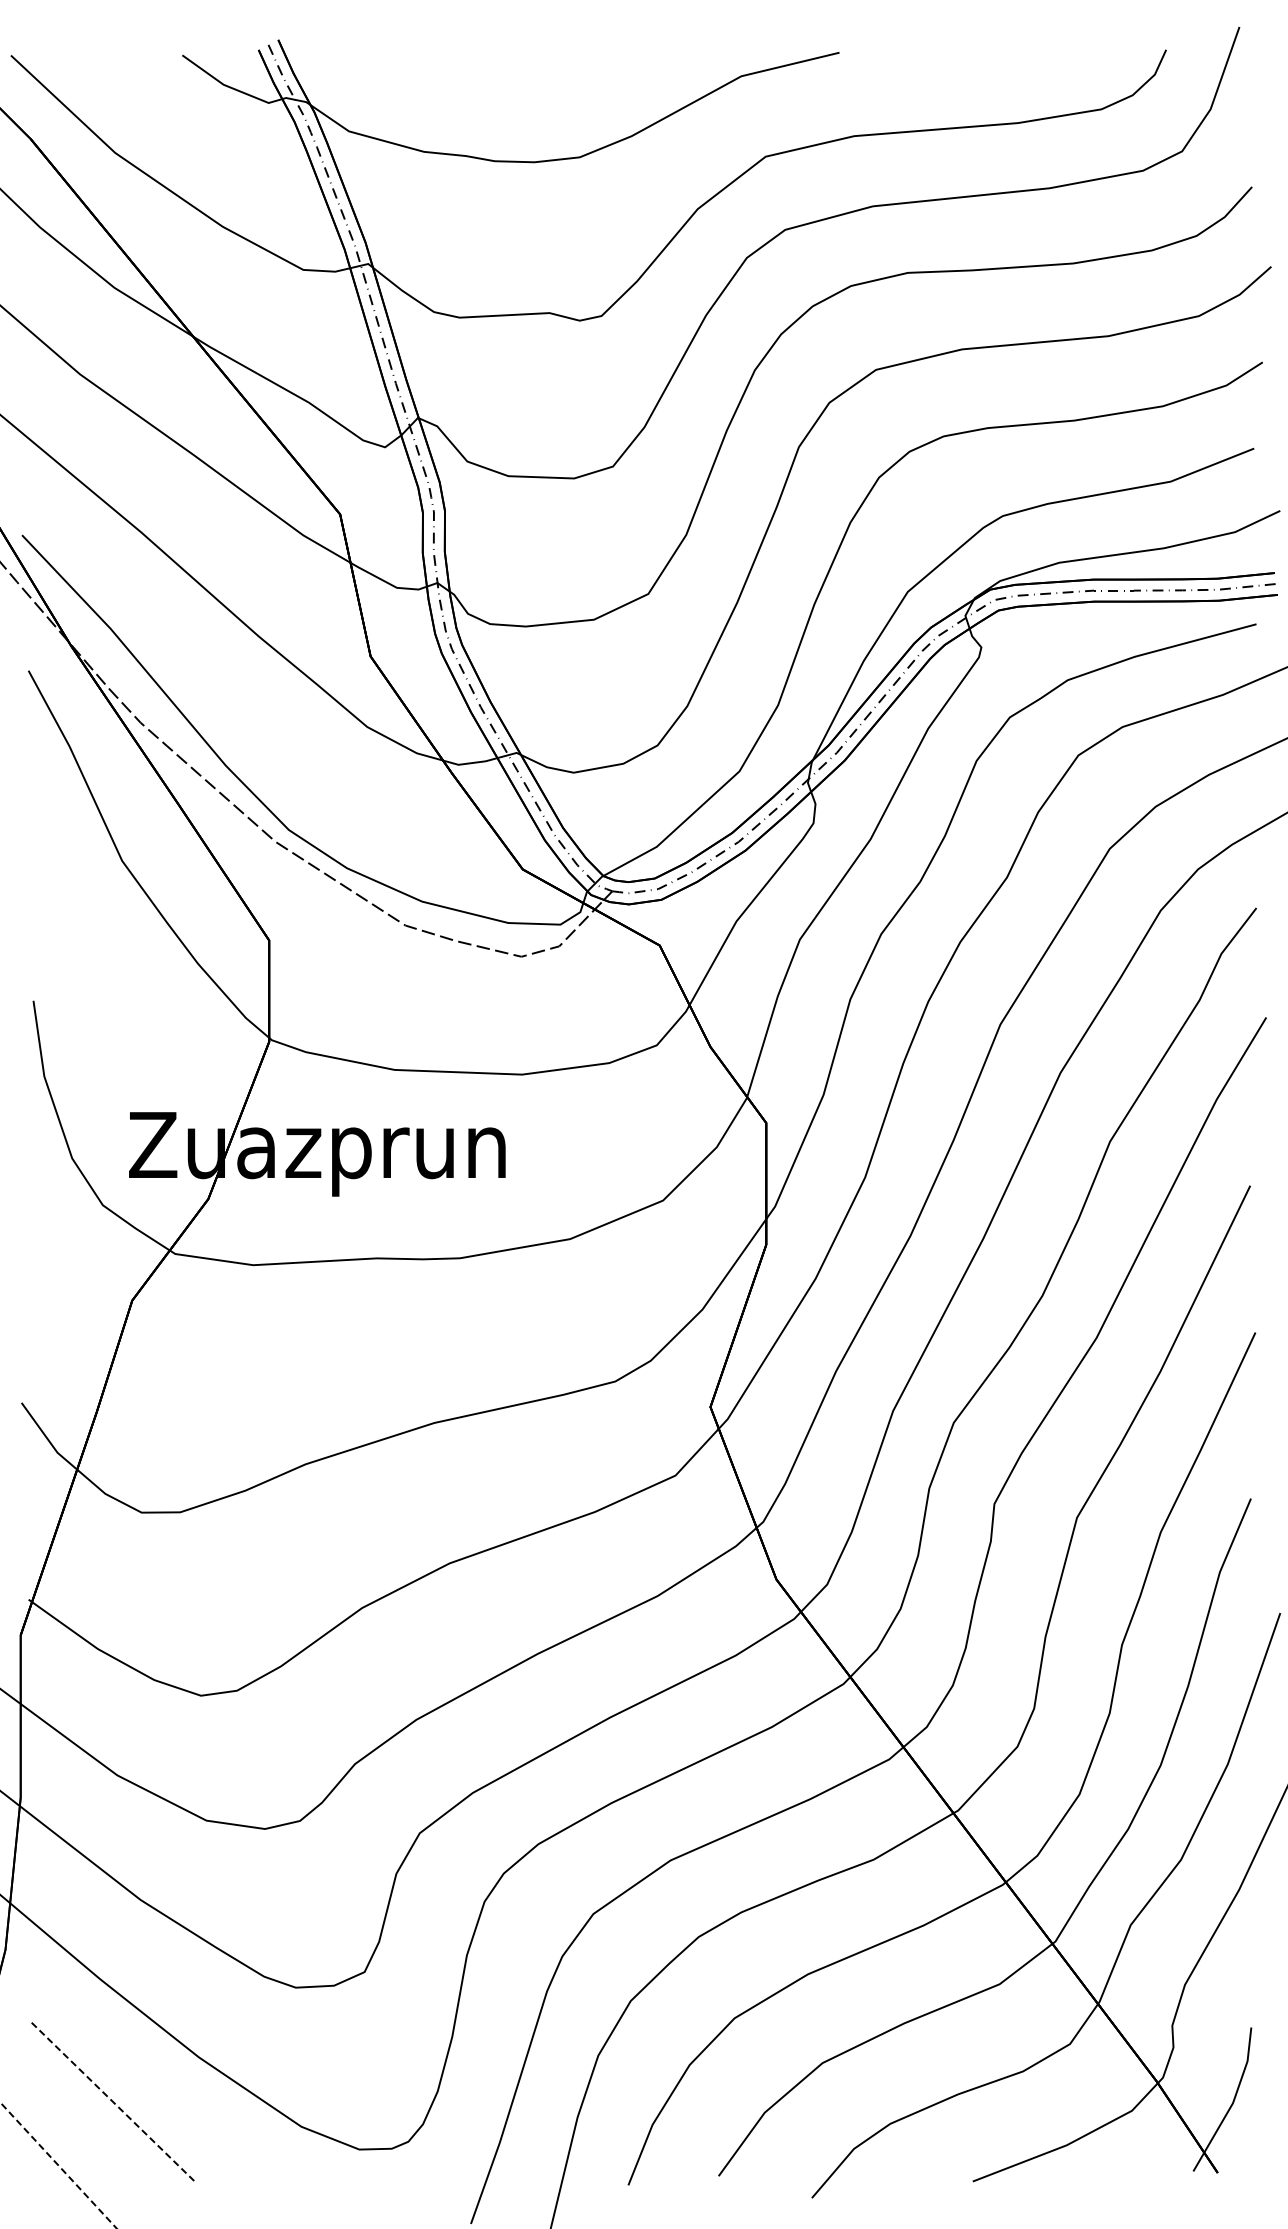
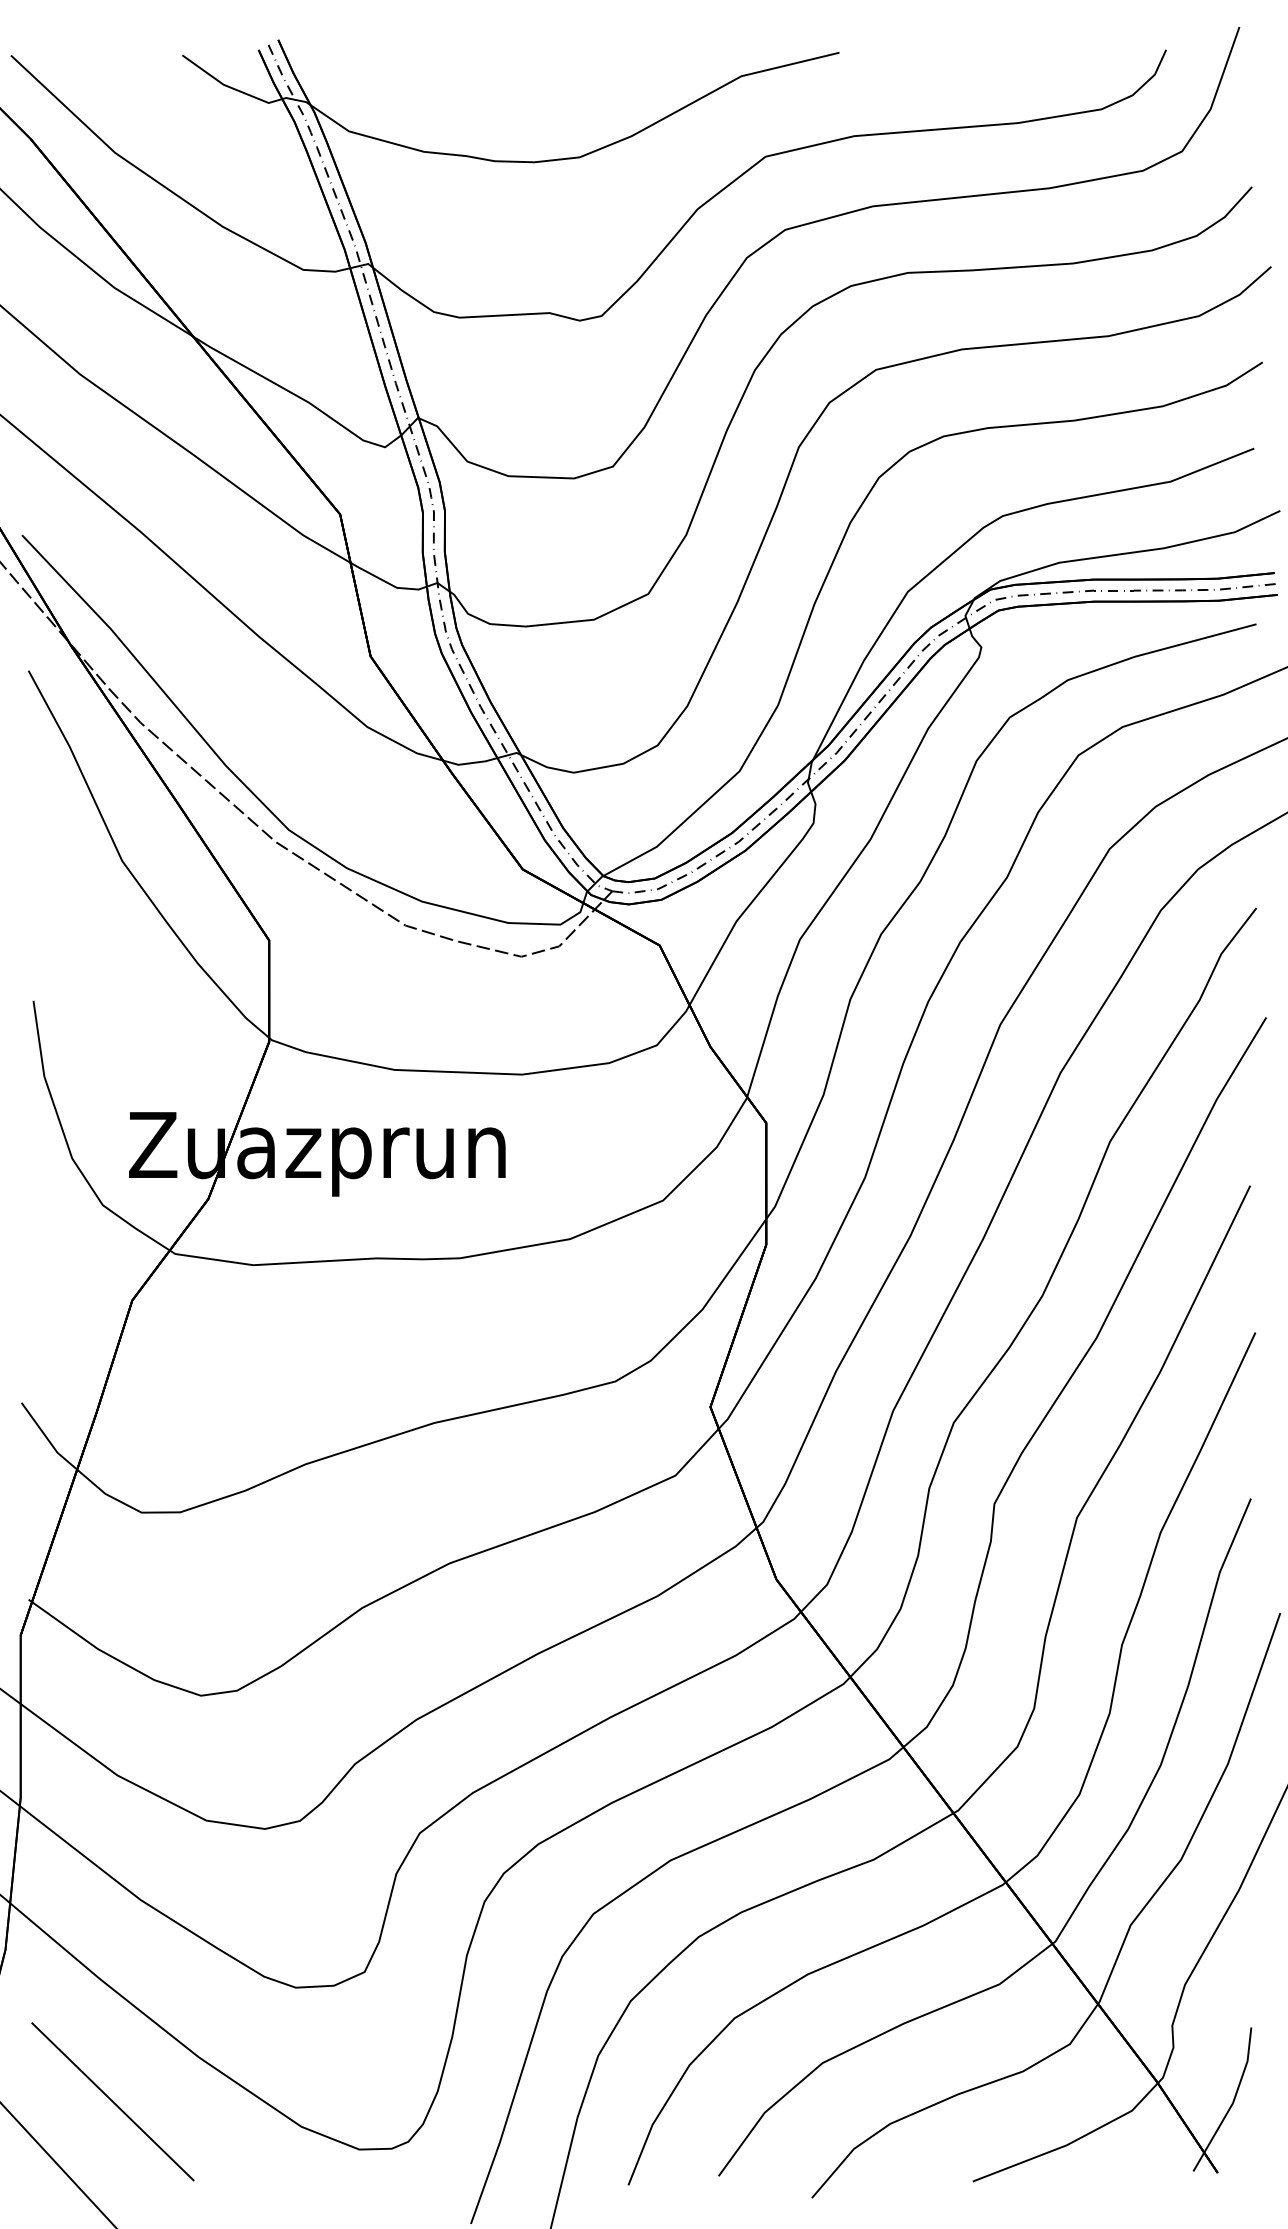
line at (113, 2102): dashed -> solid
line at (58, 2165): dashed -> solid
